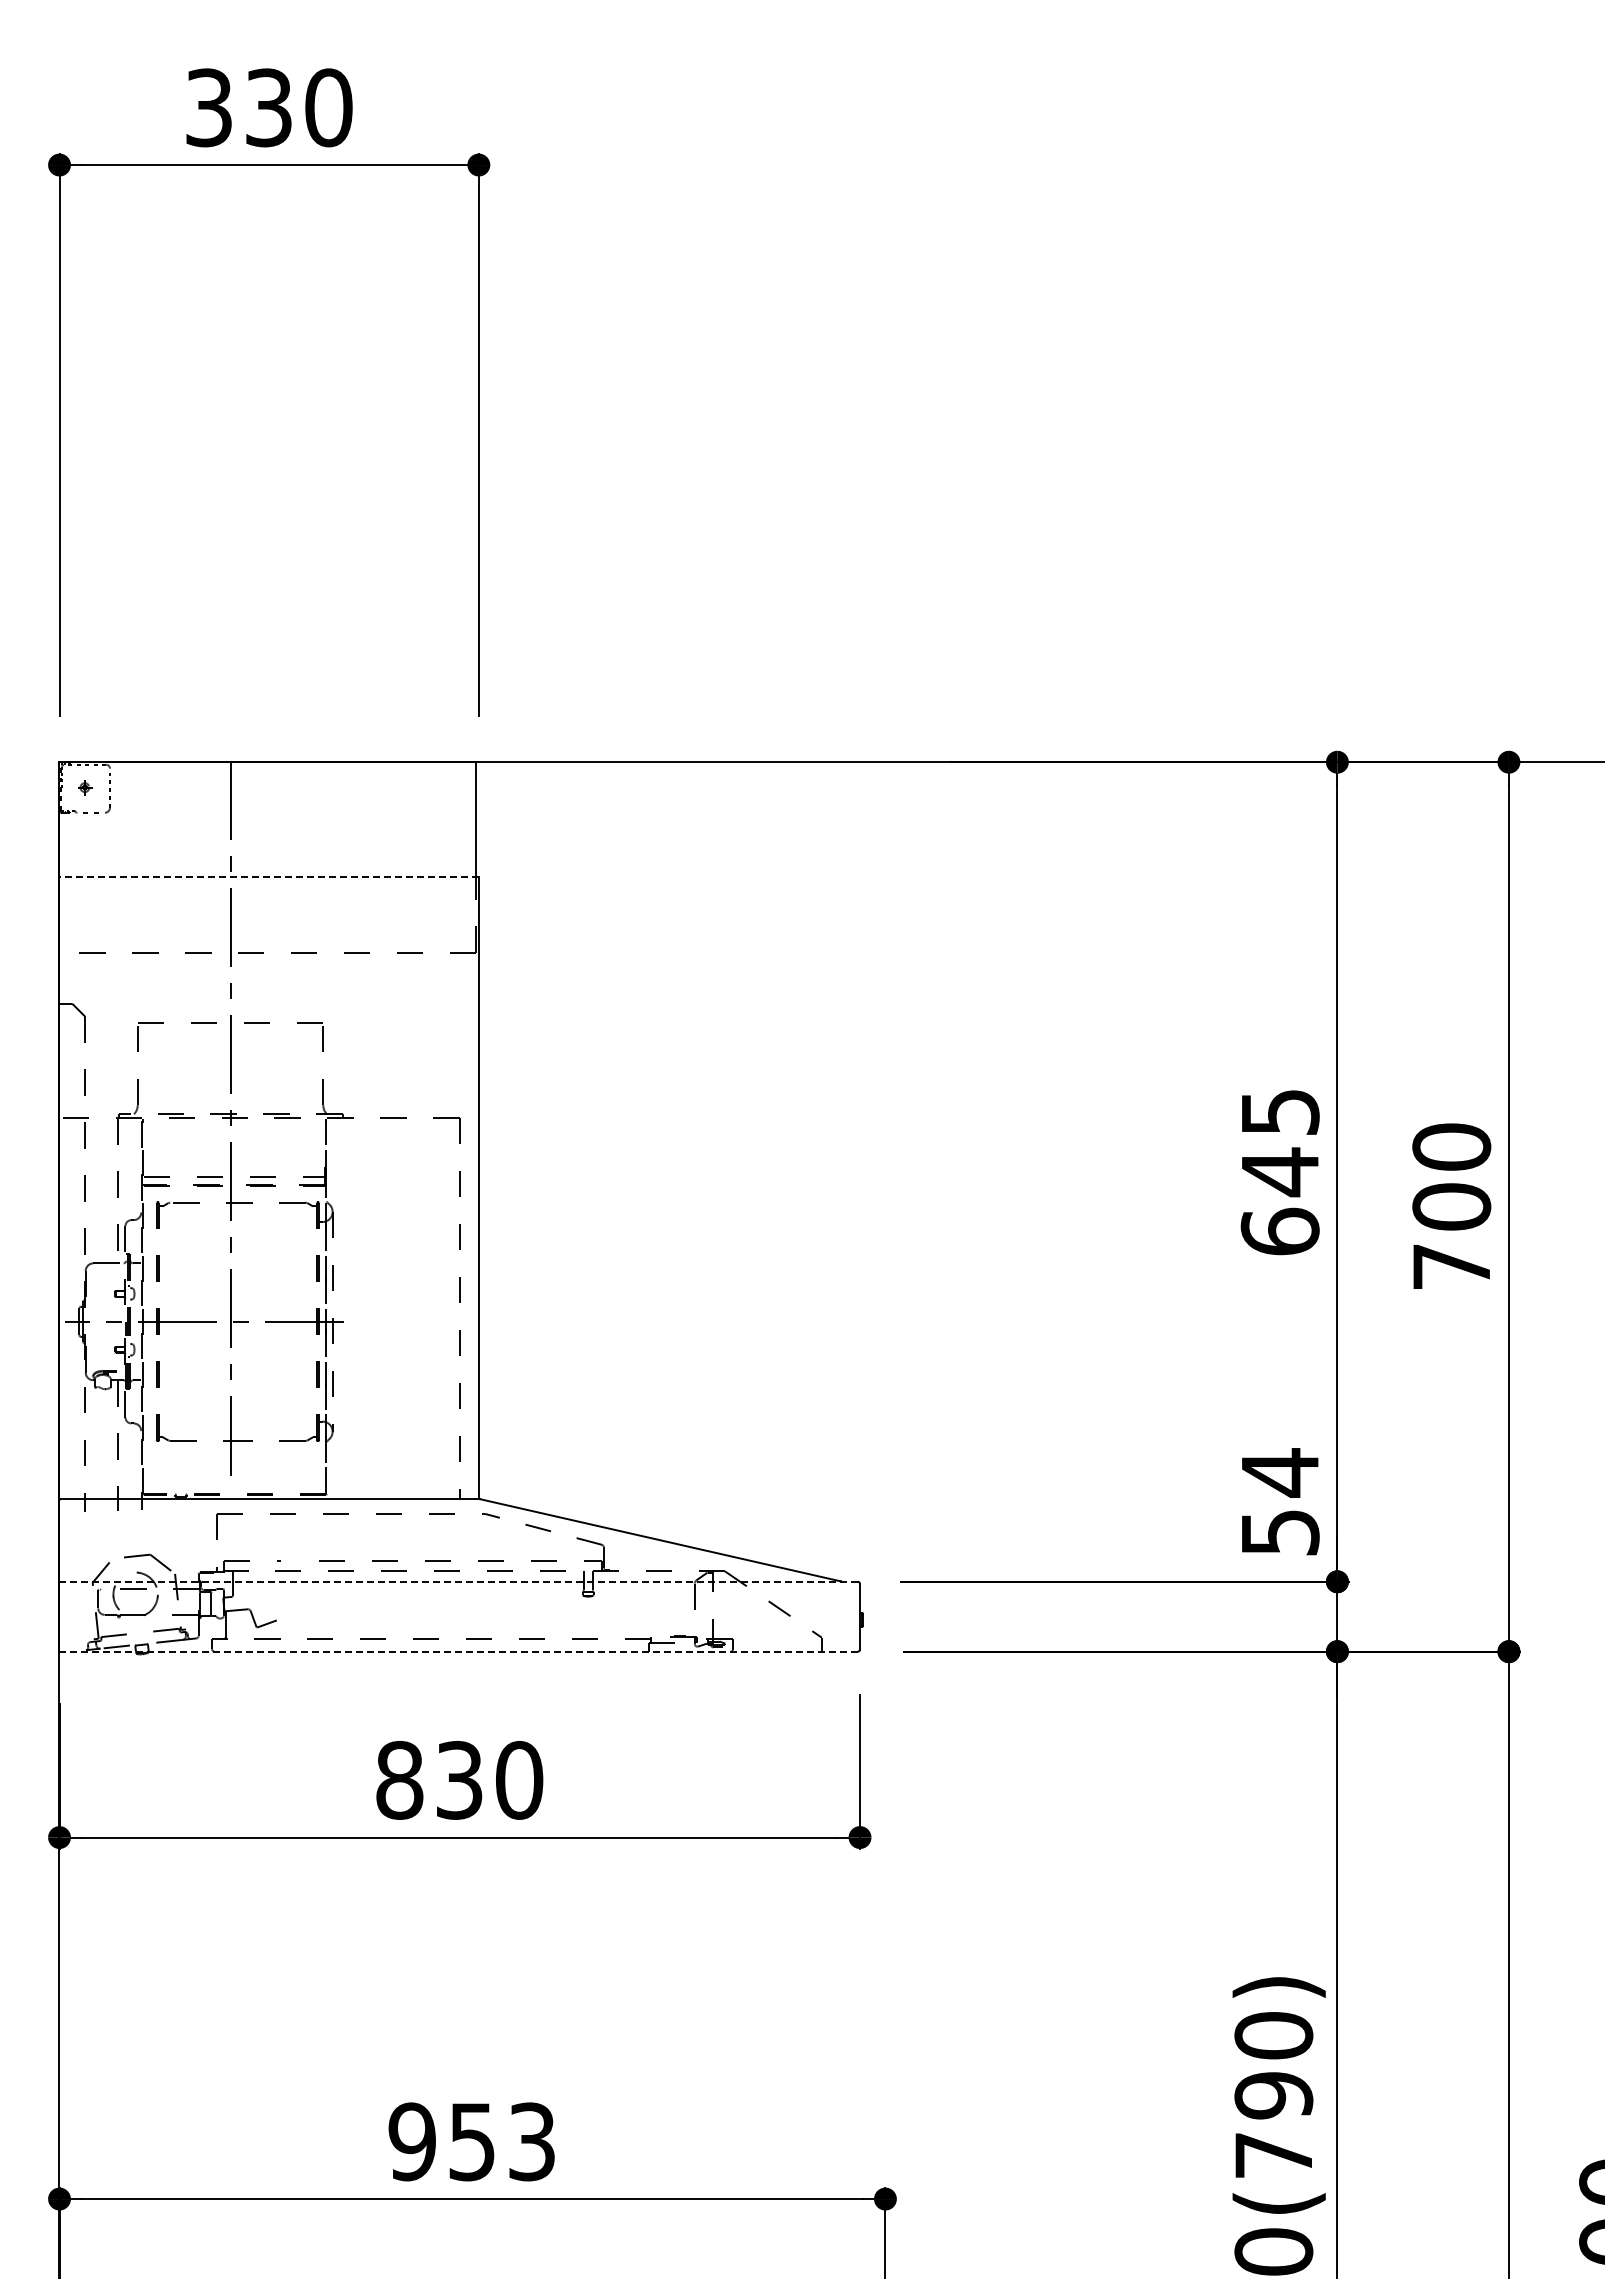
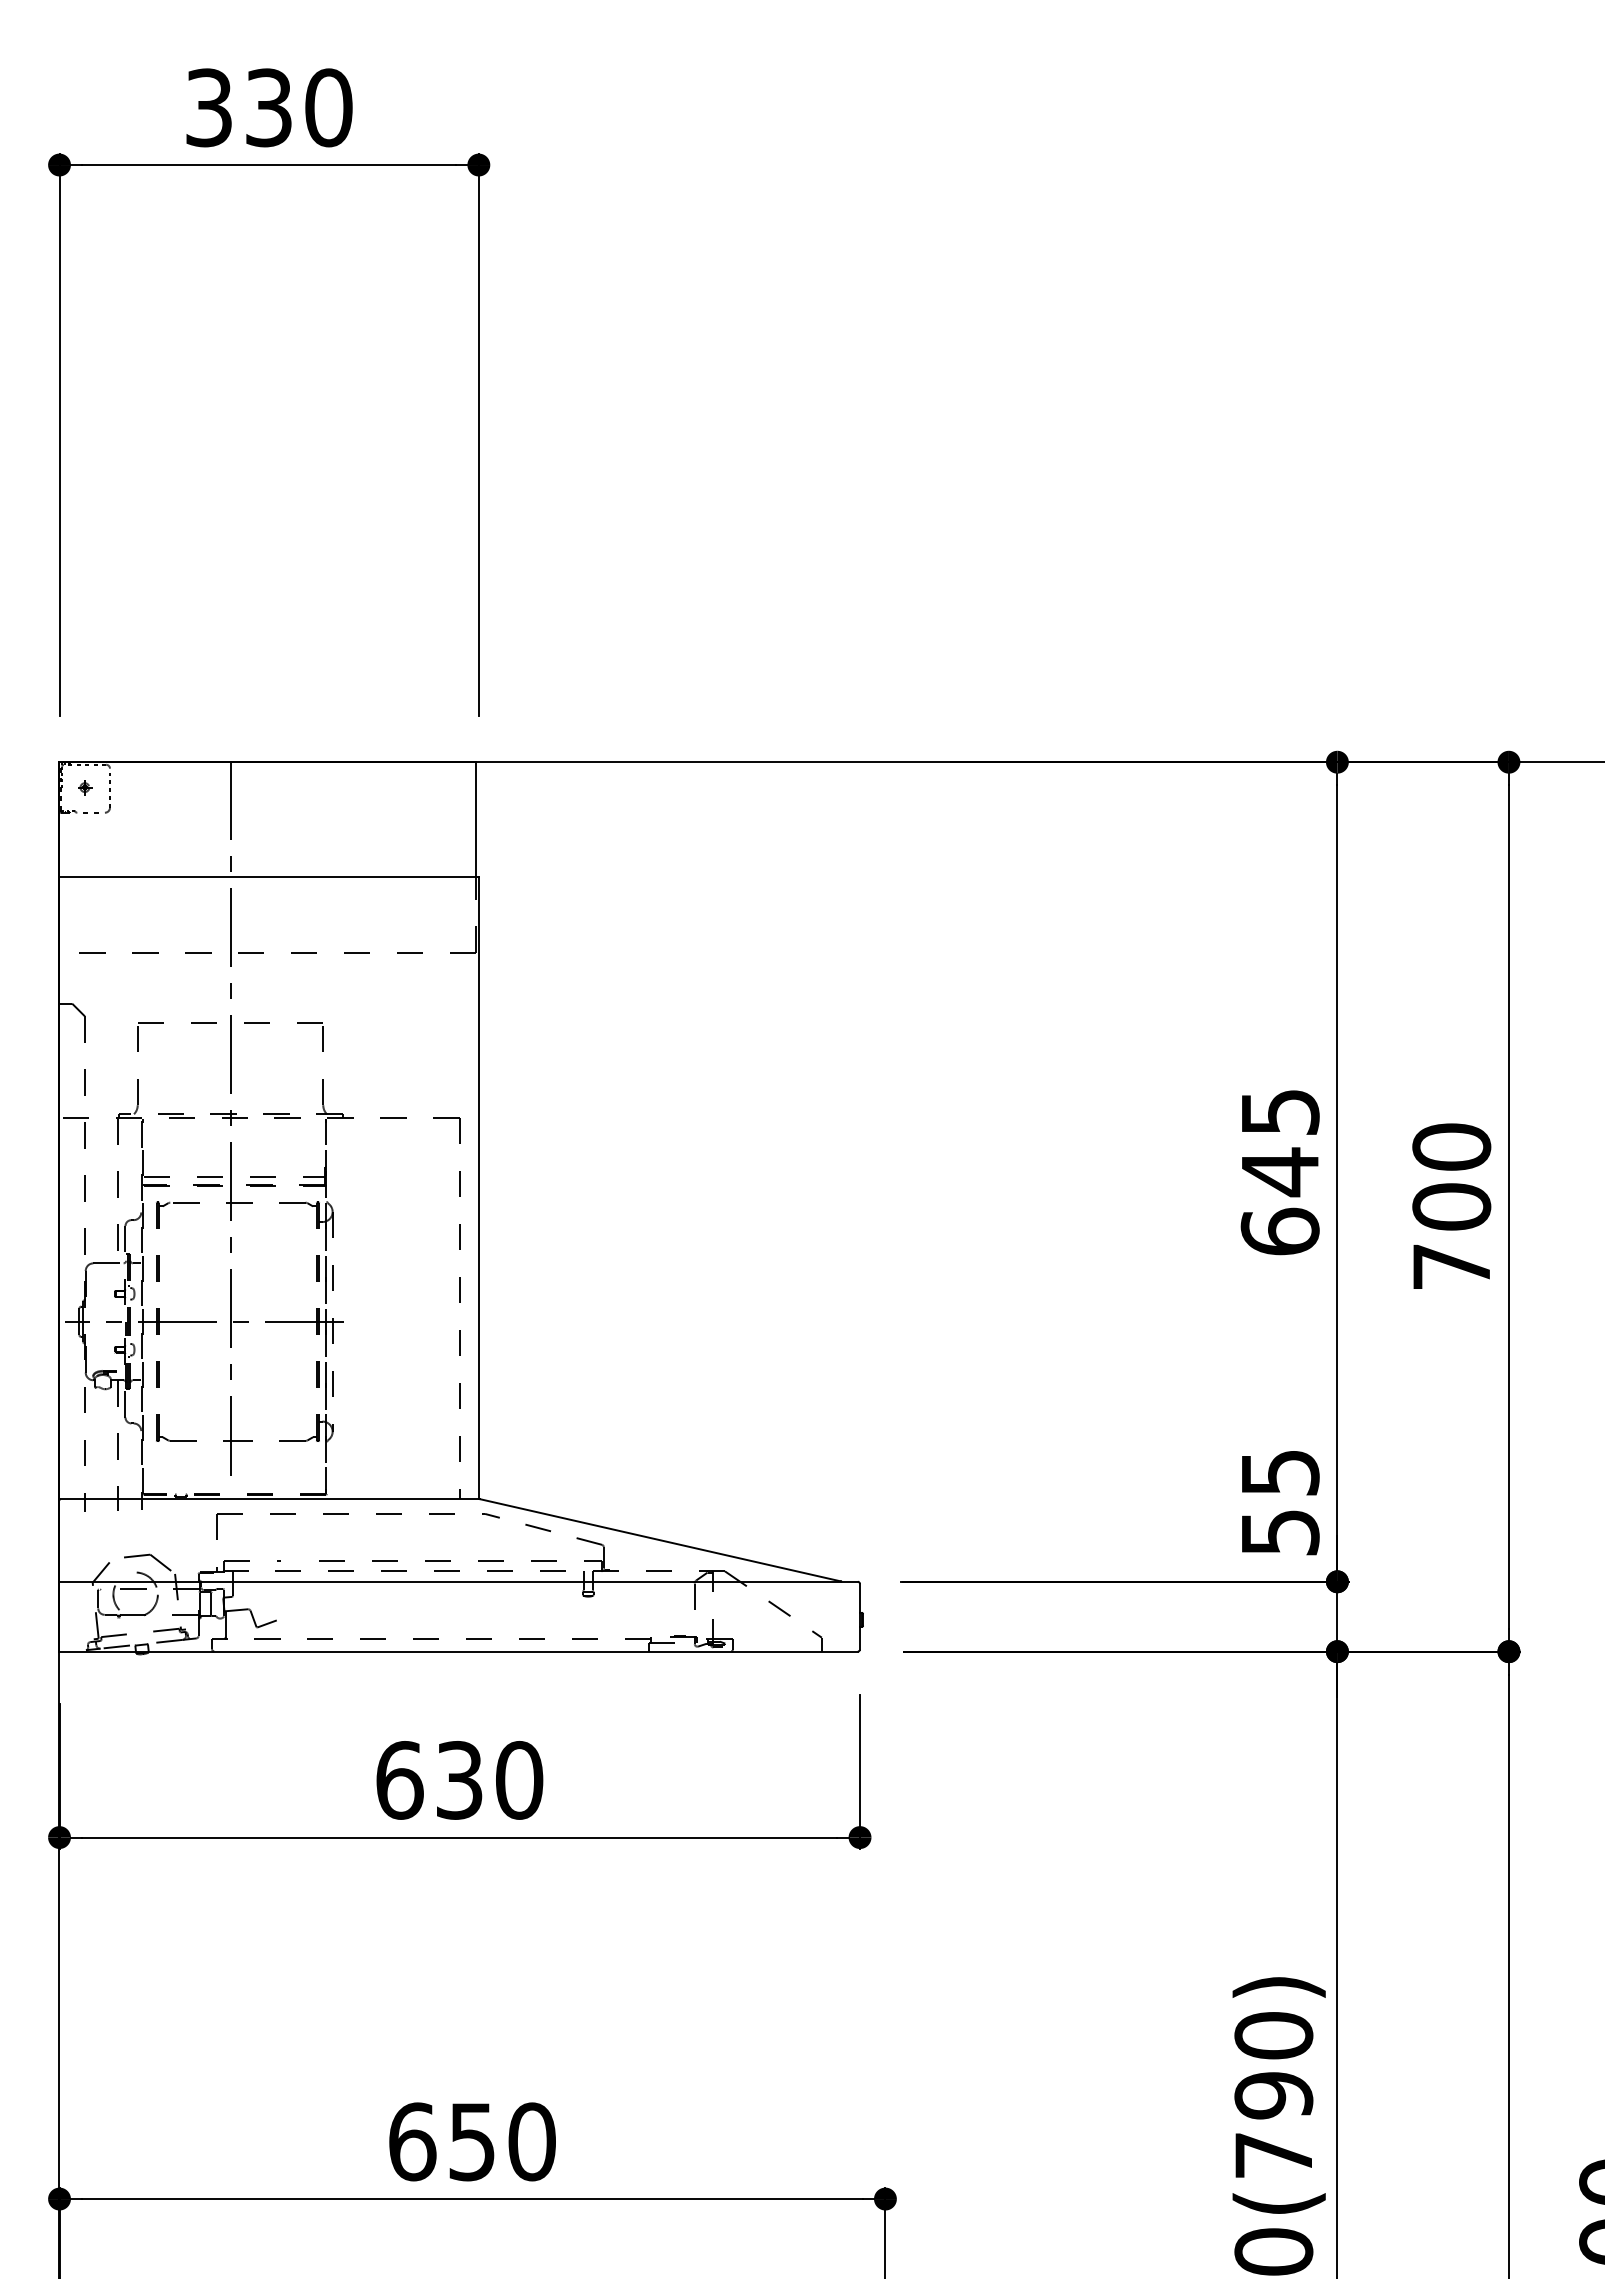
line at (269, 876): dashed -> solid
text at (1280, 1472): 54 -> 55
line at (458, 1581): dashed -> solid
line at (459, 1651): dashed -> solid
text at (399, 1780): 830 -> 630
text at (471, 2141): 953 -> 650
